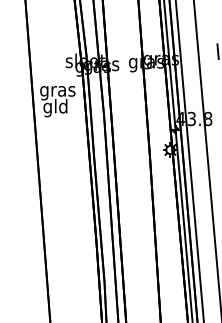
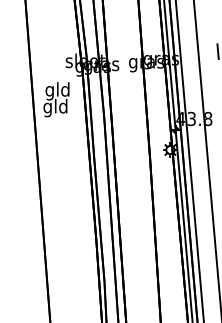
text at (57, 91): gras -> gld
